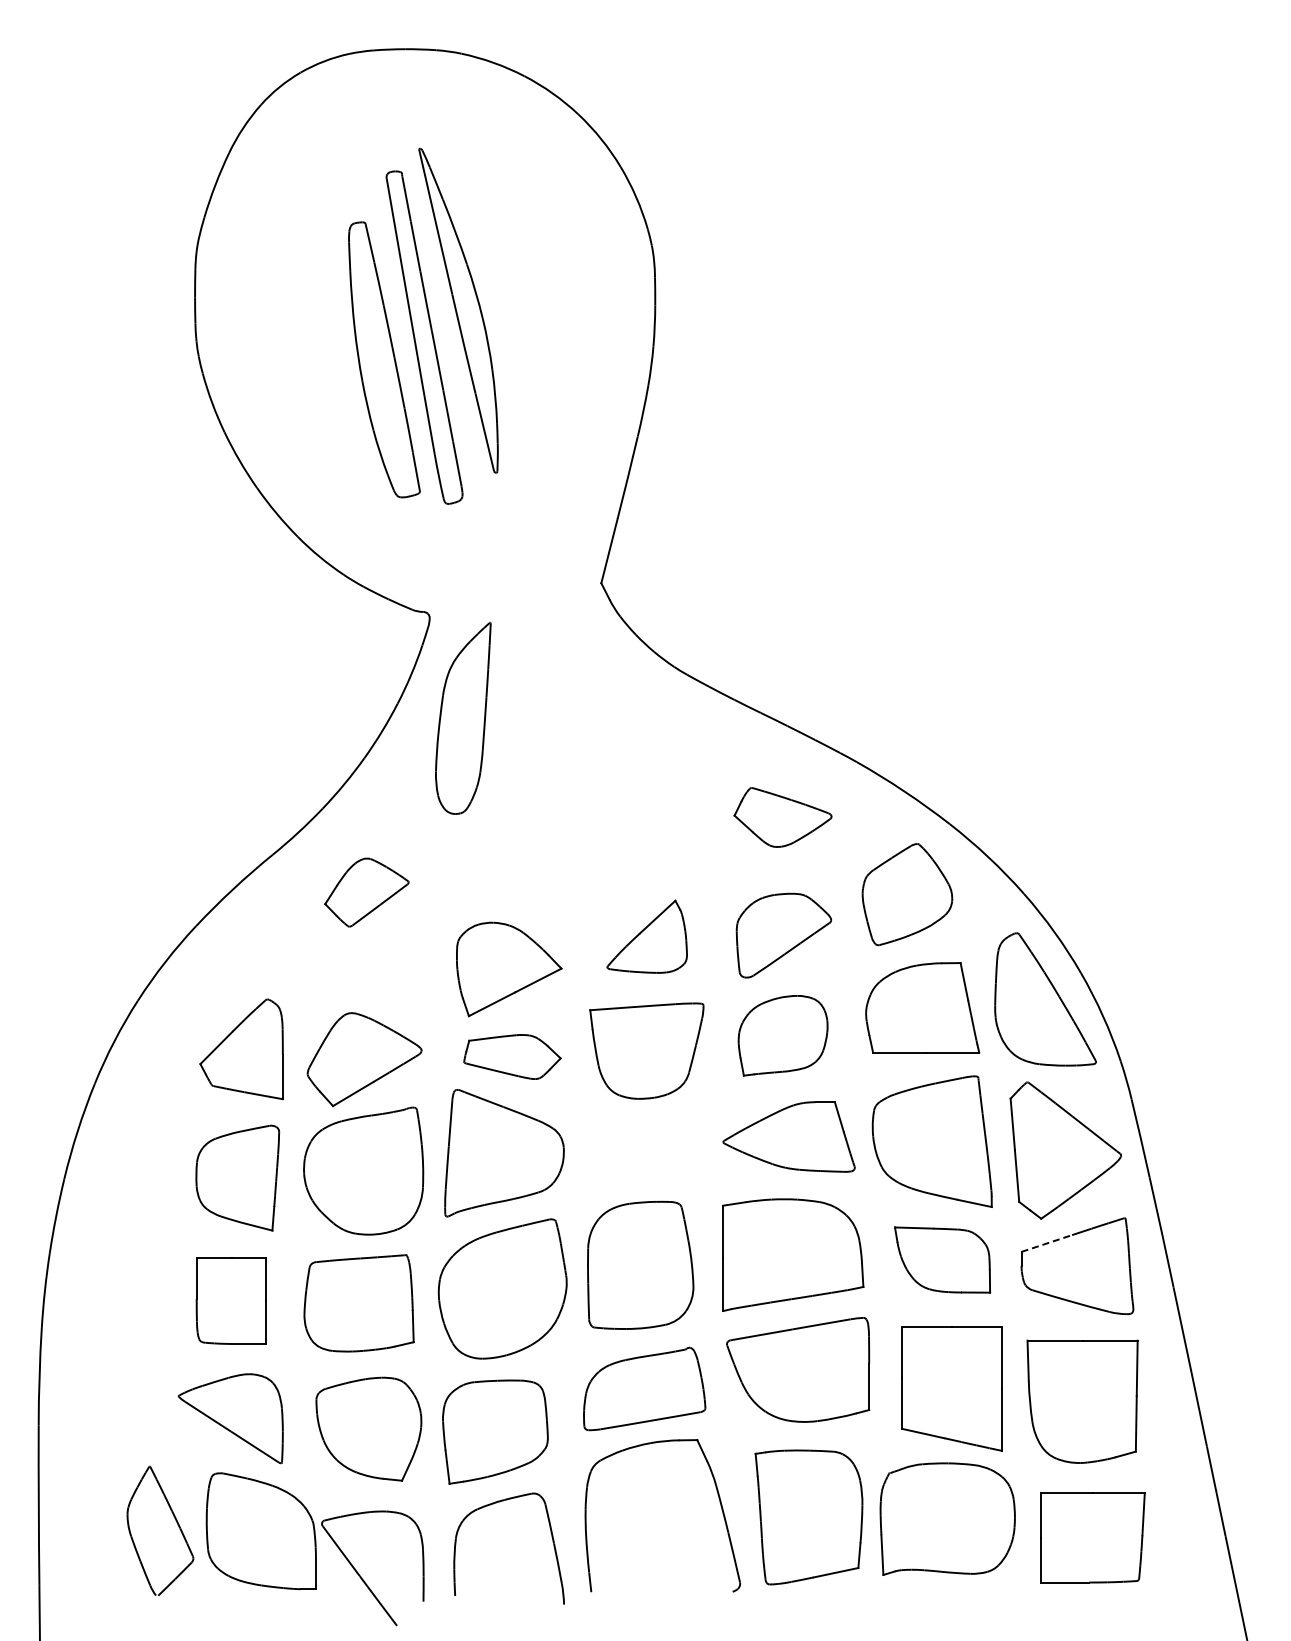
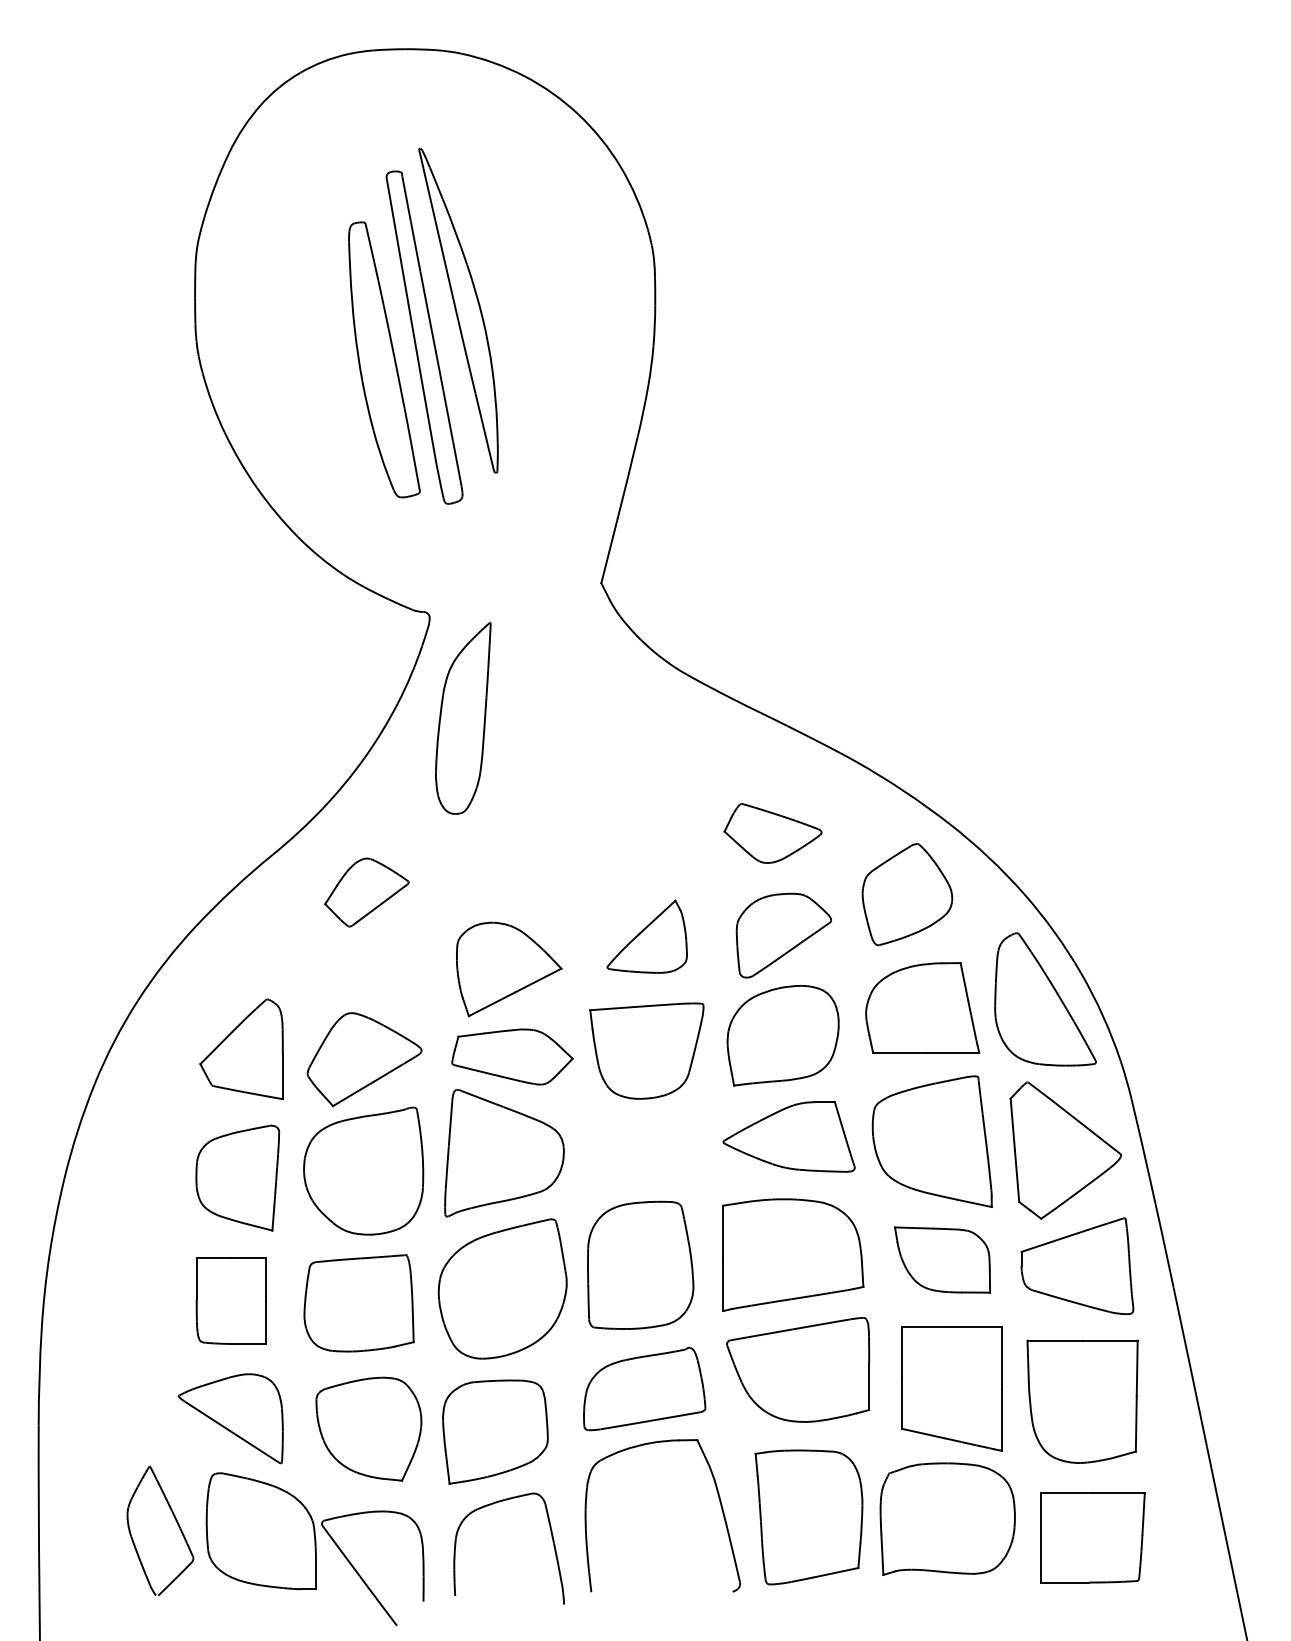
part at (782, 817) position: (782, 817) -> (772, 833)
part at (782, 1035) size: 92x82 px -> 114x102 px
part at (512, 1056) size: 99x46 px -> 123x58 px
line at (1046, 1243): dashed -> solid
